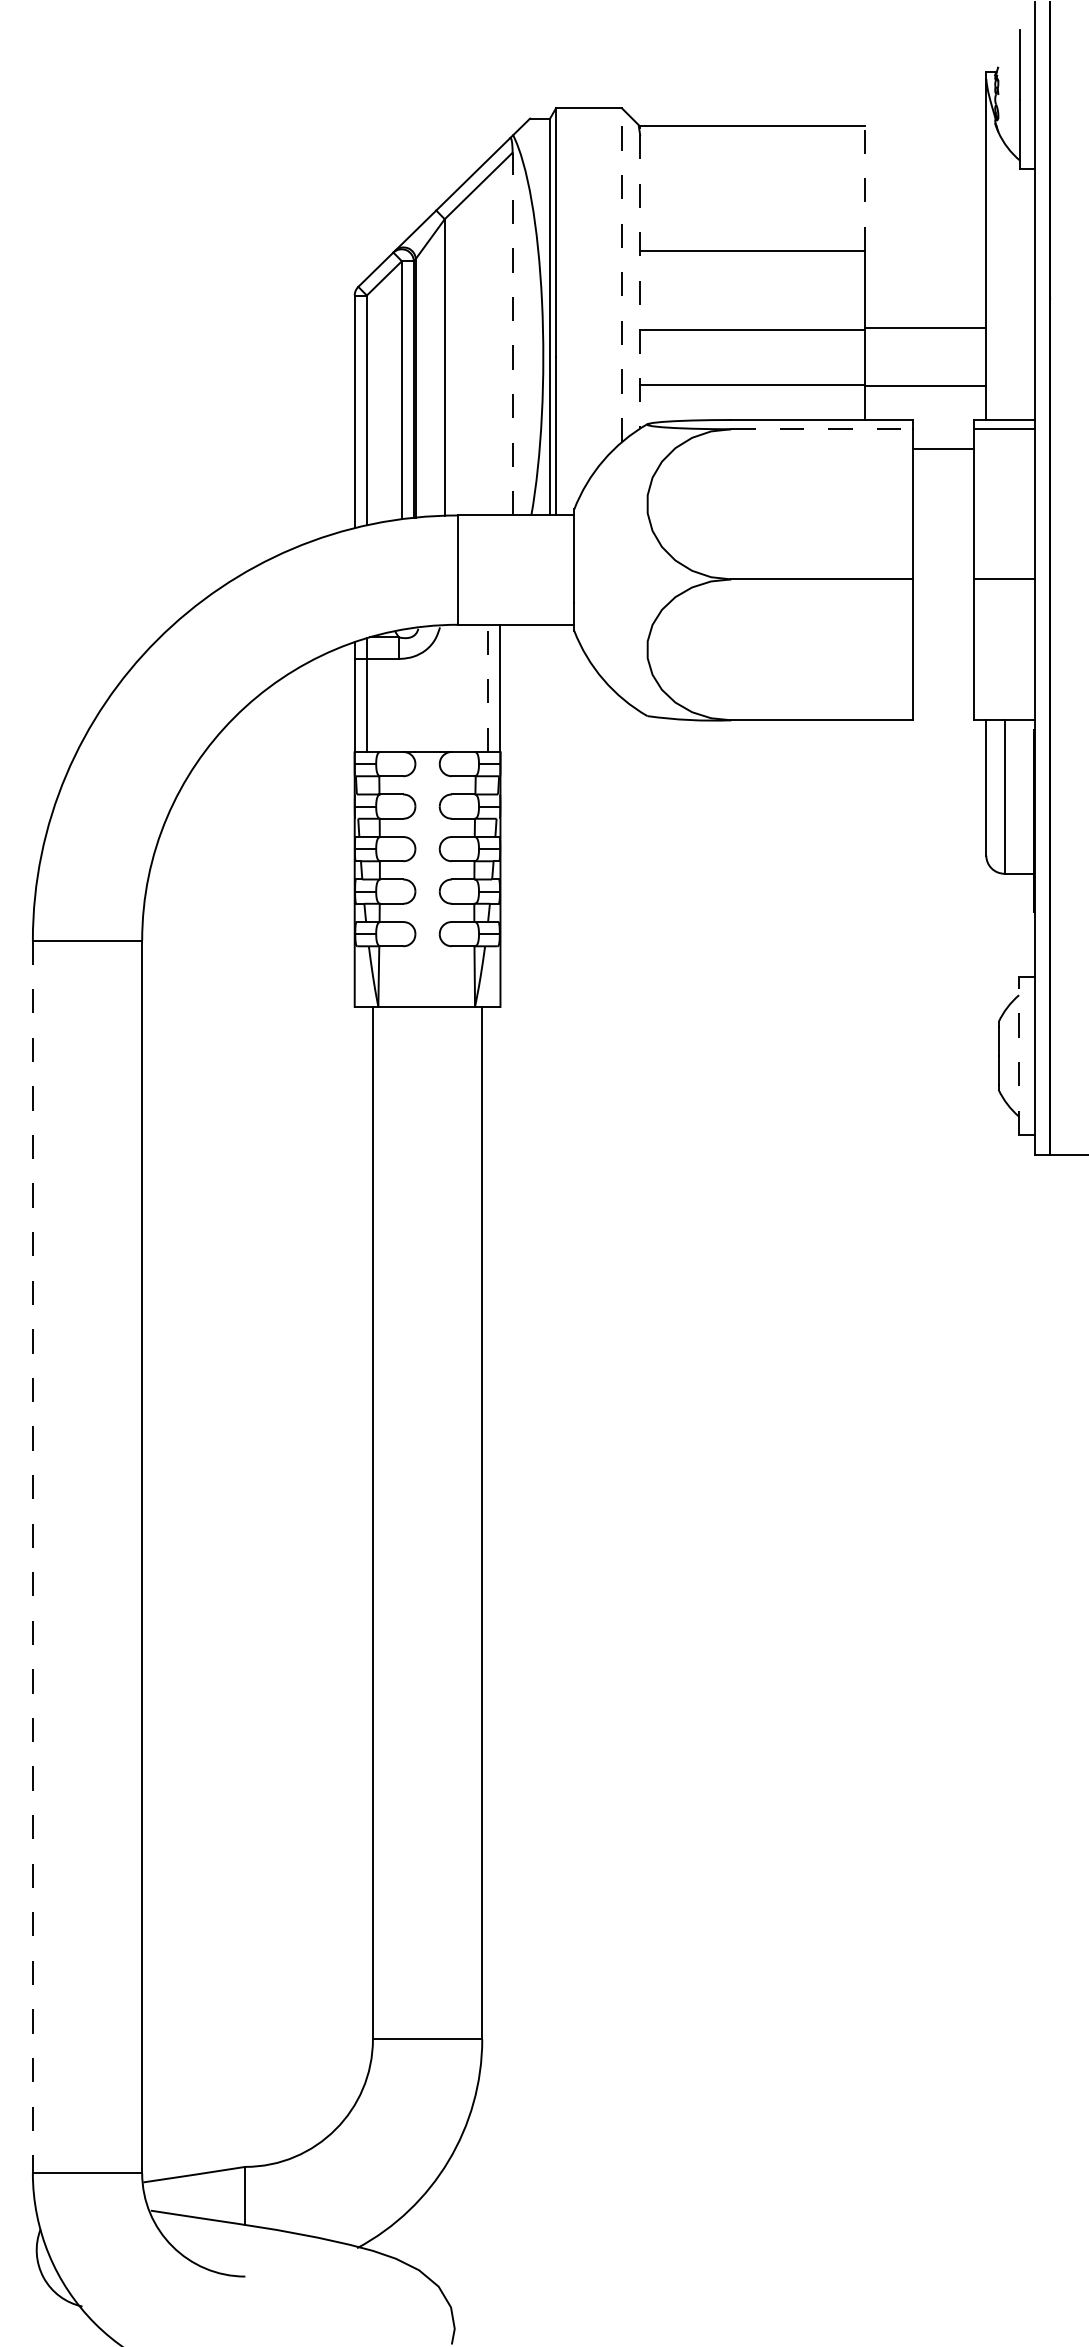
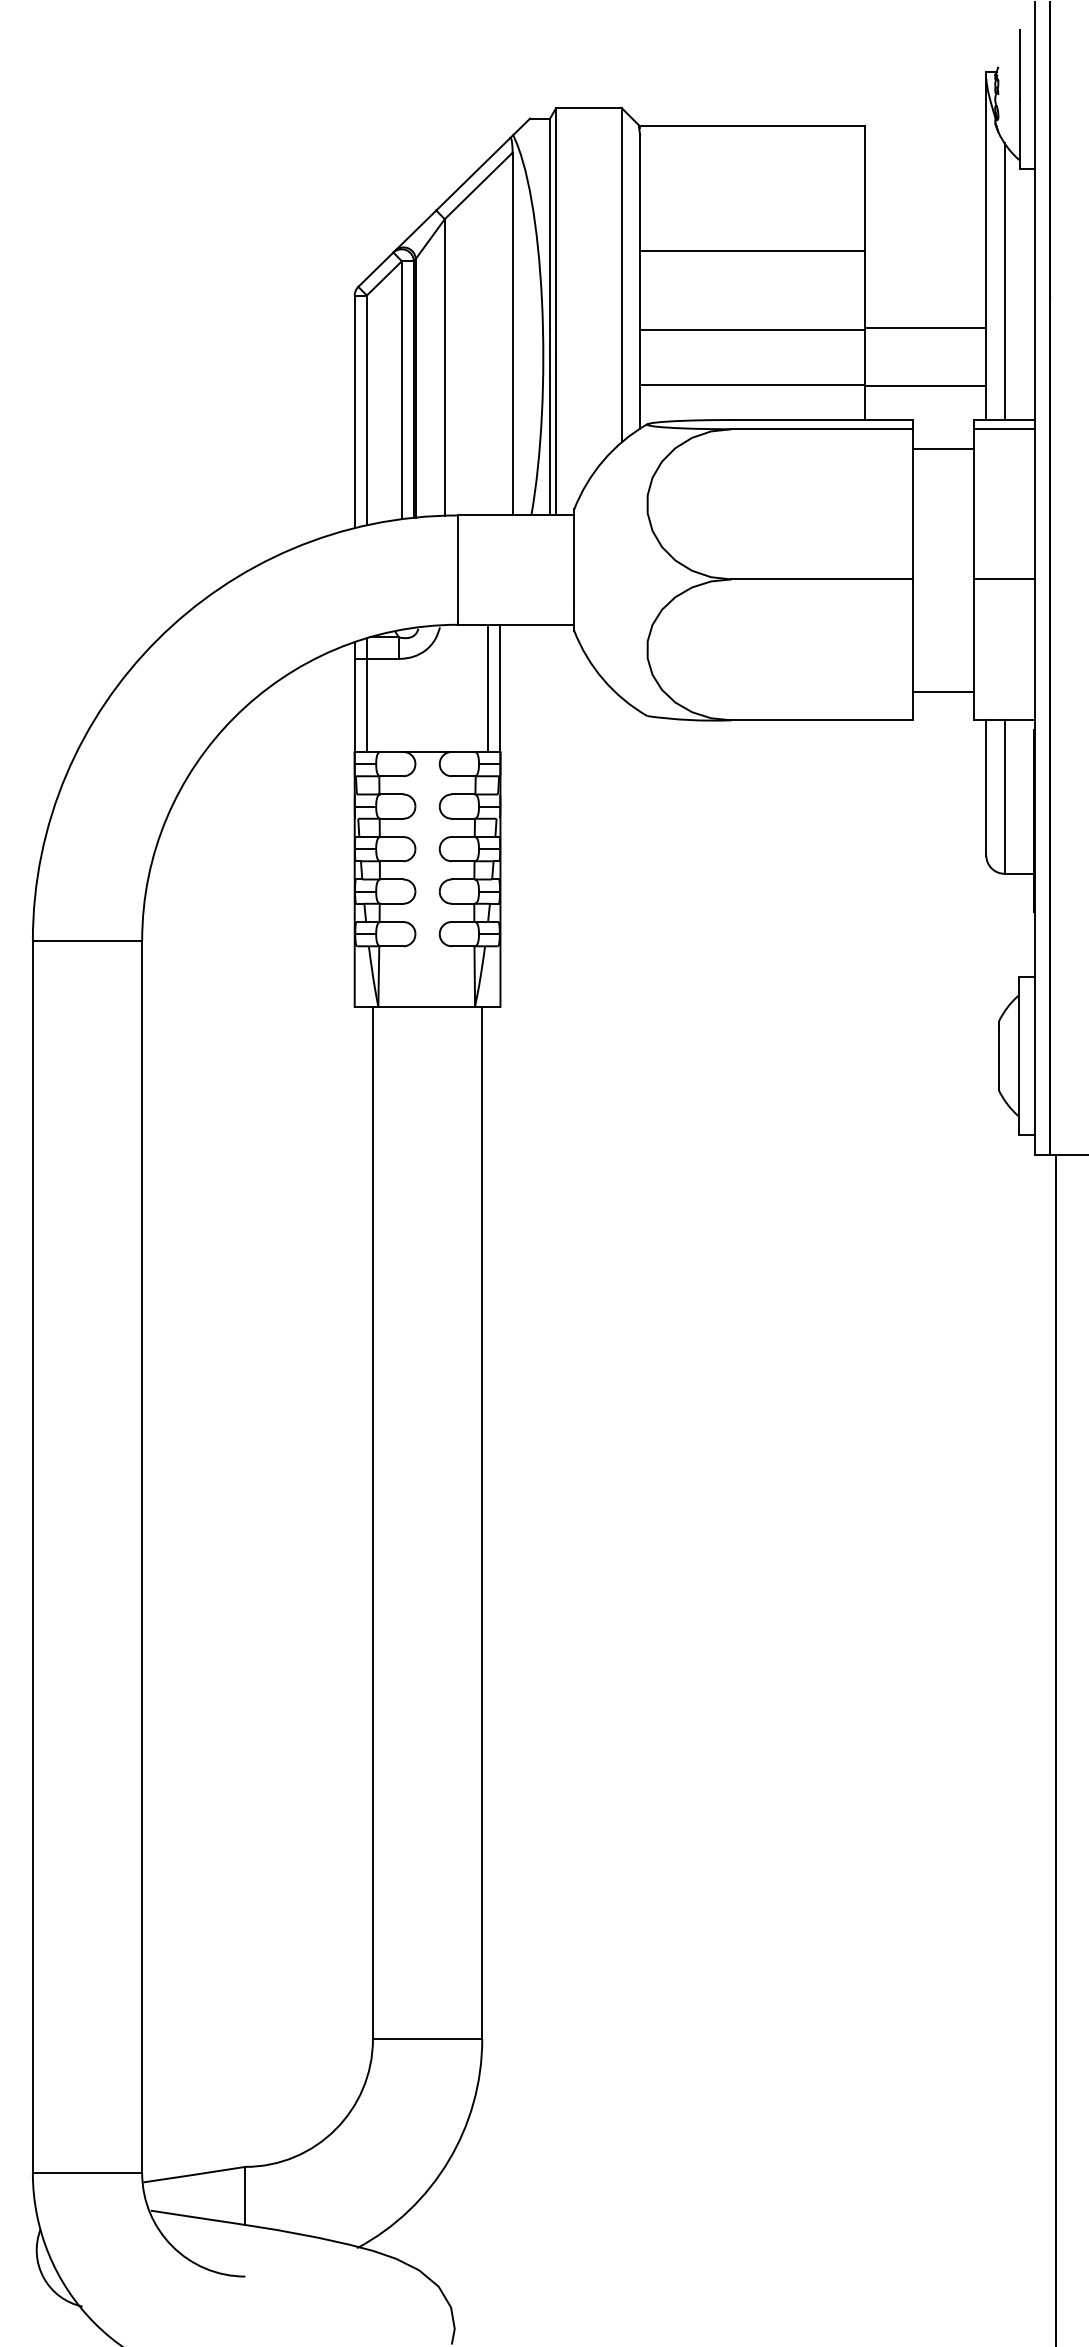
line at (864, 188): dashed -> solid
line at (621, 275): dashed -> solid
line at (640, 281): dashed -> solid
line at (1004, 281): none -> present
line at (512, 333): dashed -> solid
line at (822, 429): dashed -> solid
line at (488, 688): dashed -> solid
line at (943, 691): none -> present
line at (1019, 1055): dashed -> solid
line at (32, 1557): dashed -> solid
line at (1056, 1748): none -> present
